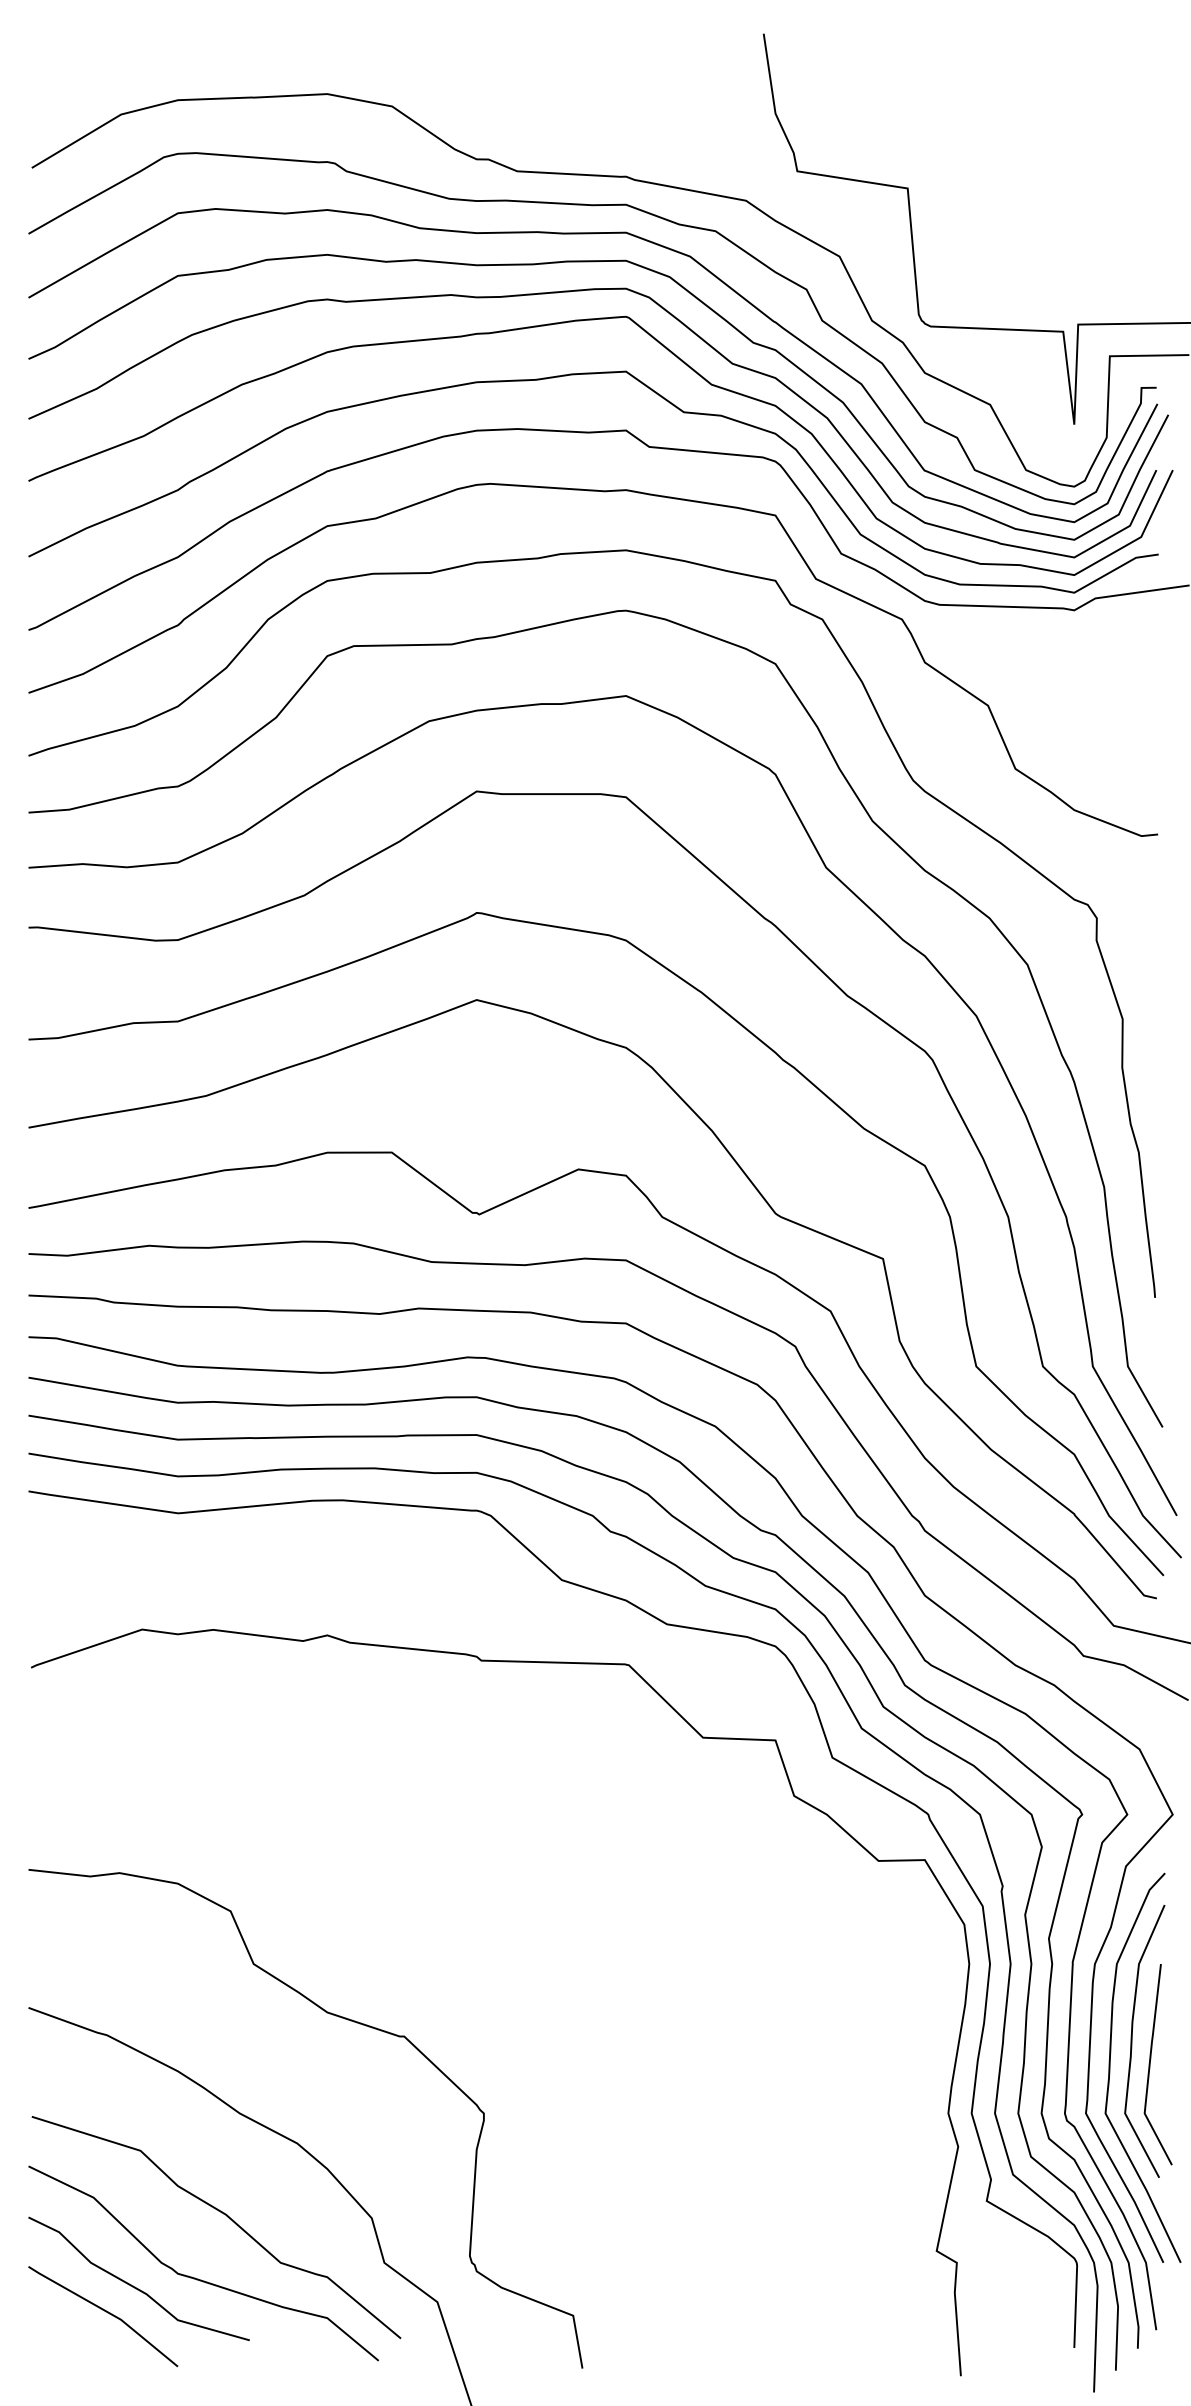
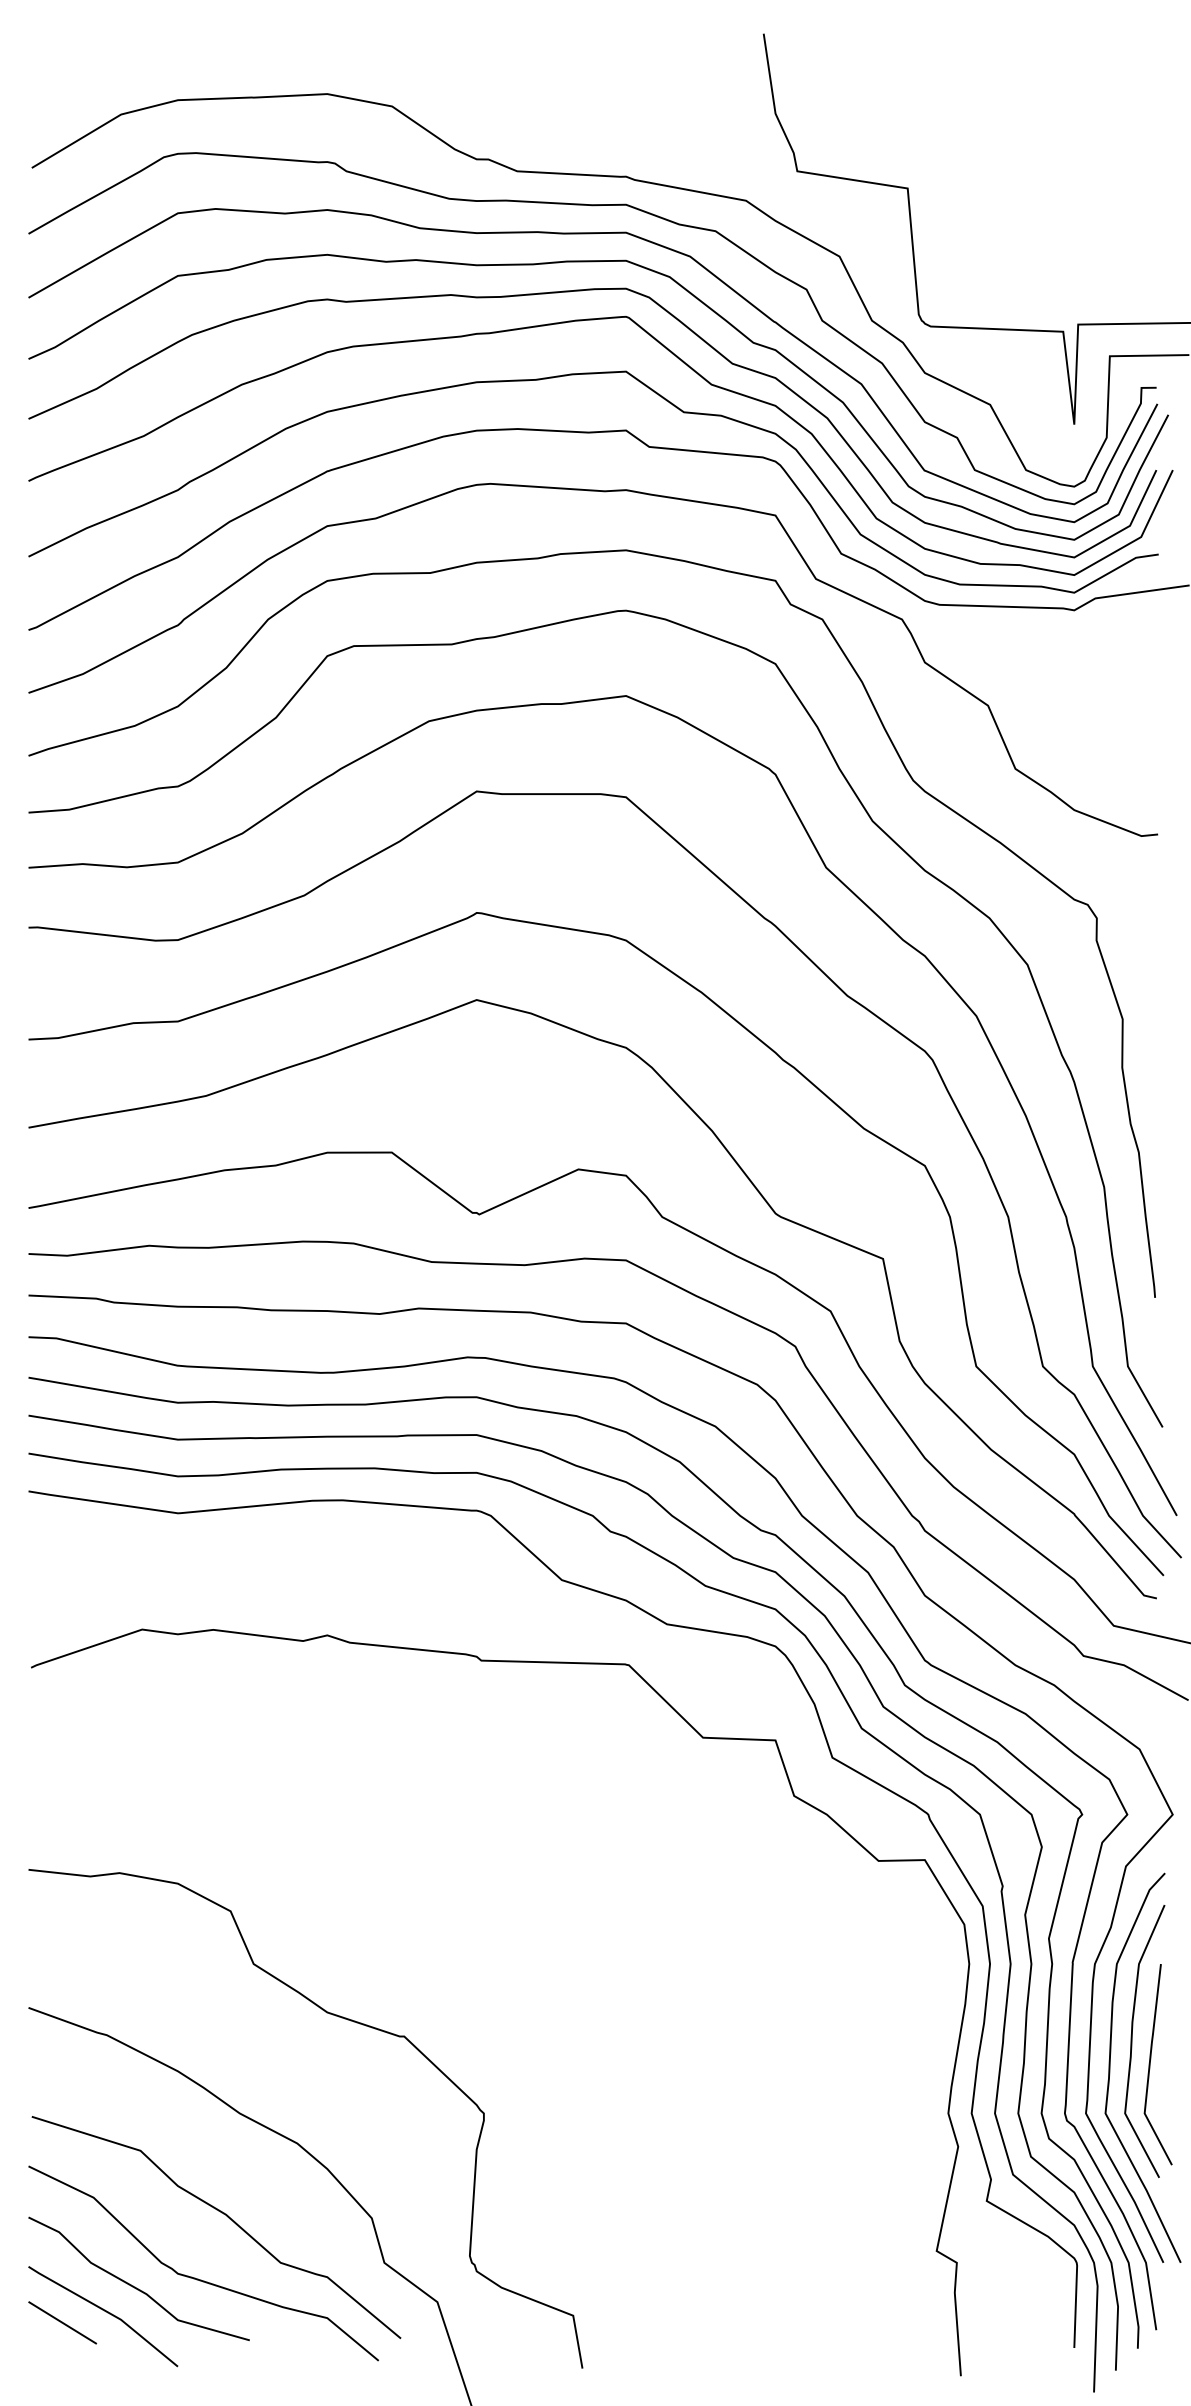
line at (62, 2322): none -> present
